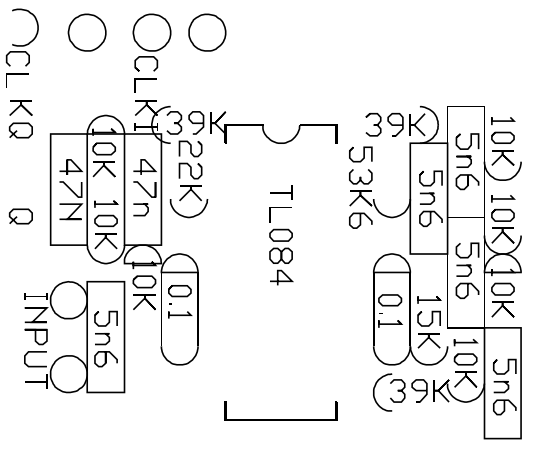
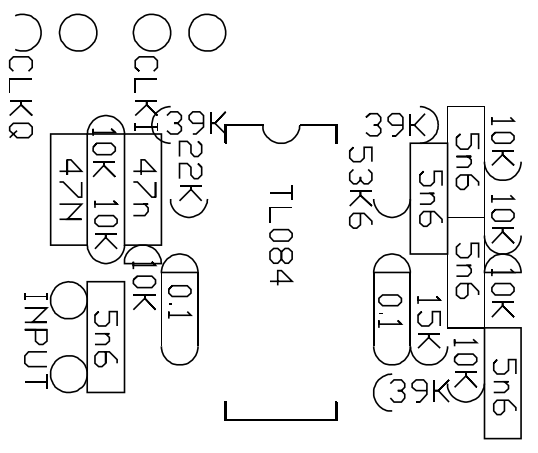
part at (86, 32) position: (86, 32) -> (77, 32)
part at (21, 47) position: (21, 47) -> (24, 52)
curve at (17, 217): present -> none
